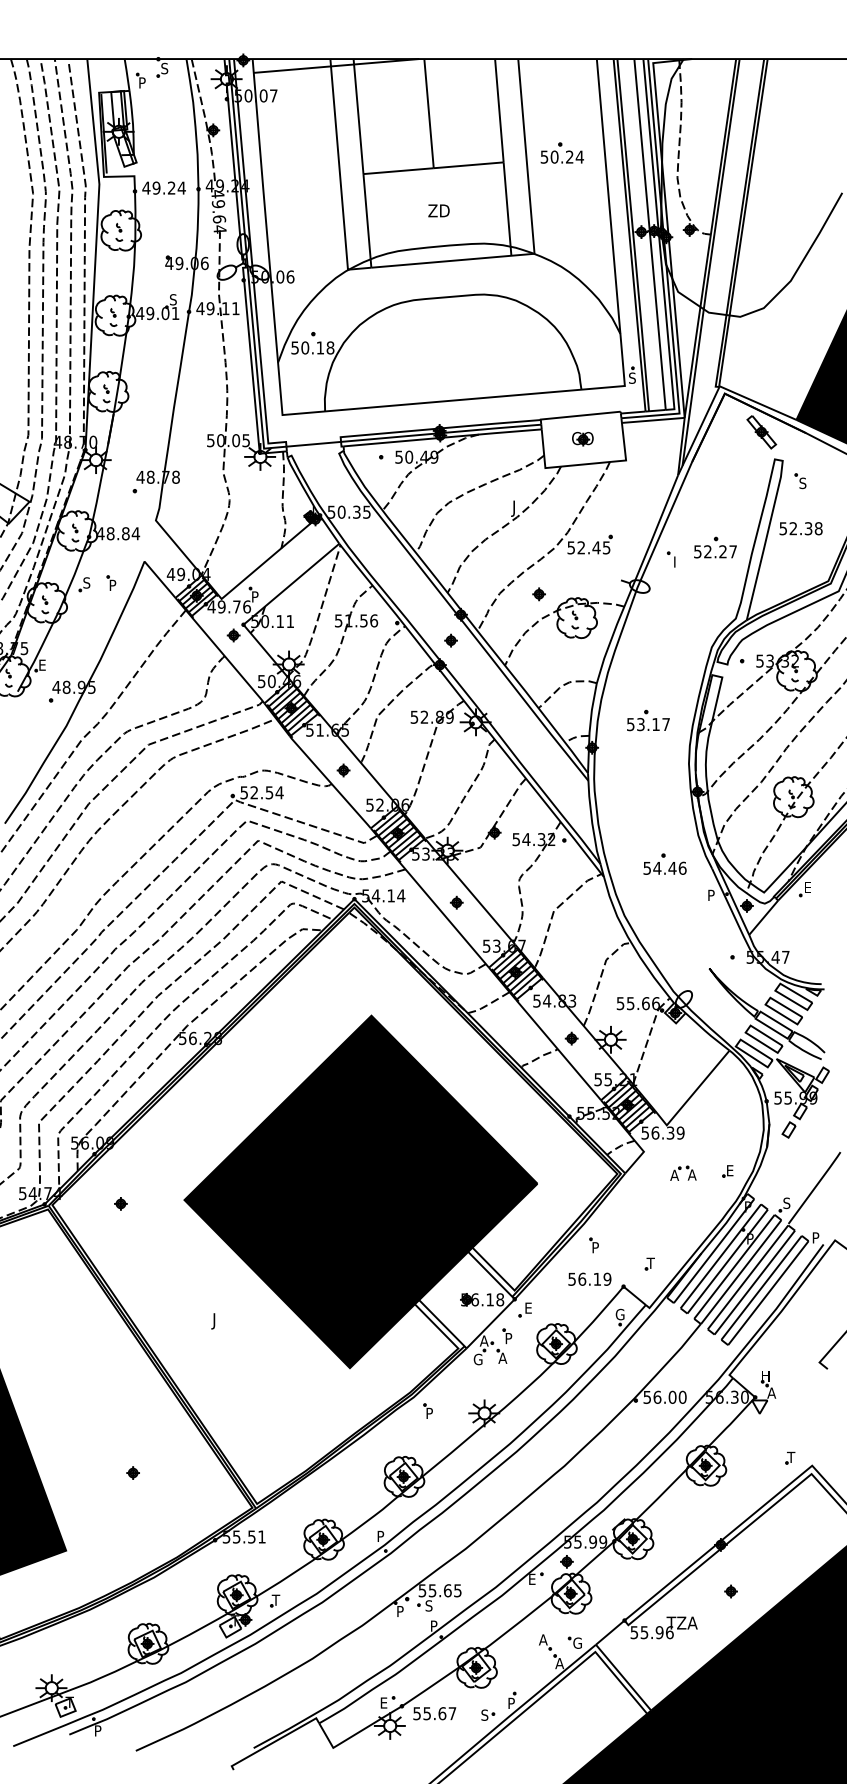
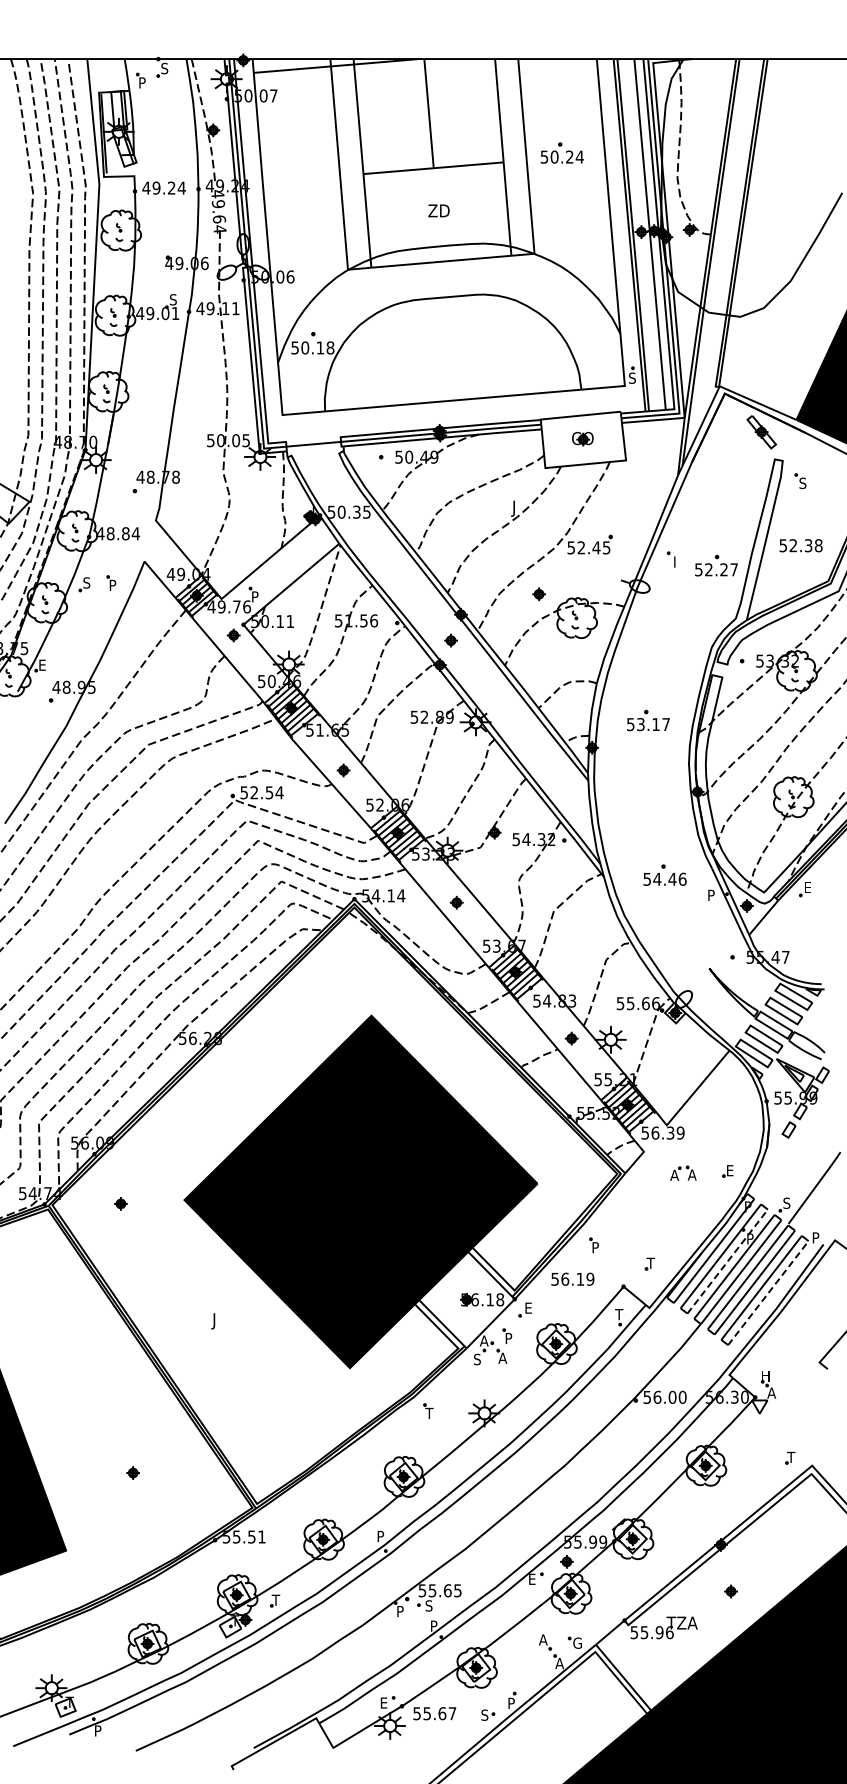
text at (800, 528) position: (800, 528) -> (800, 545)
part at (715, 547) position: (715, 547) -> (716, 565)
part at (664, 863) position: (664, 863) -> (664, 874)
line at (727, 1261): solid -> dashed
text at (589, 1278) position: (589, 1278) -> (572, 1278)
line at (768, 1293): solid -> dashed
text at (619, 1314): G -> T
text at (477, 1359): G -> S
text at (429, 1412): P -> T
